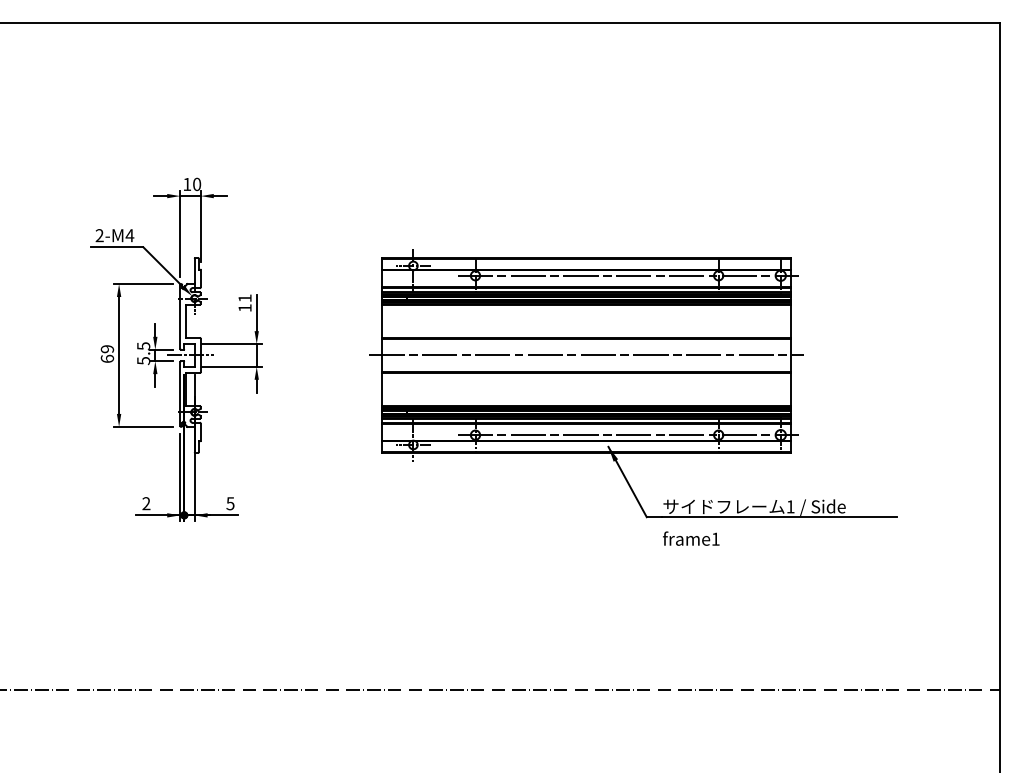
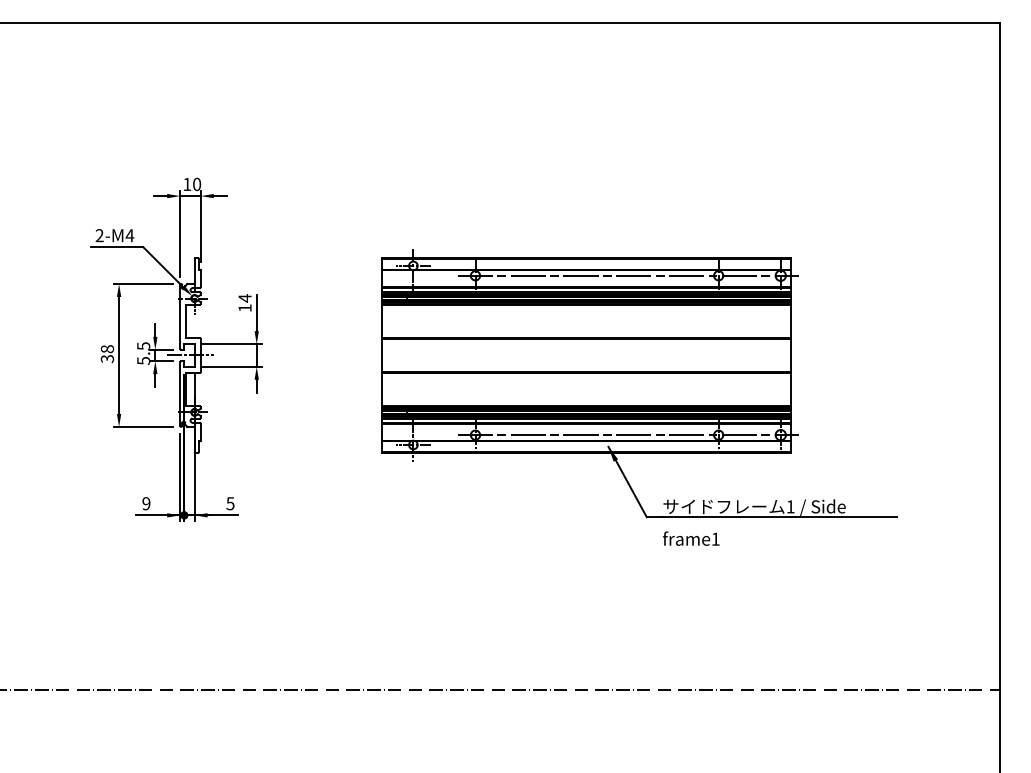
text at (244, 298): 11 -> 14
text at (107, 354): 69 -> 38
line at (586, 355): present -> none
text at (146, 504): 2 -> 9
